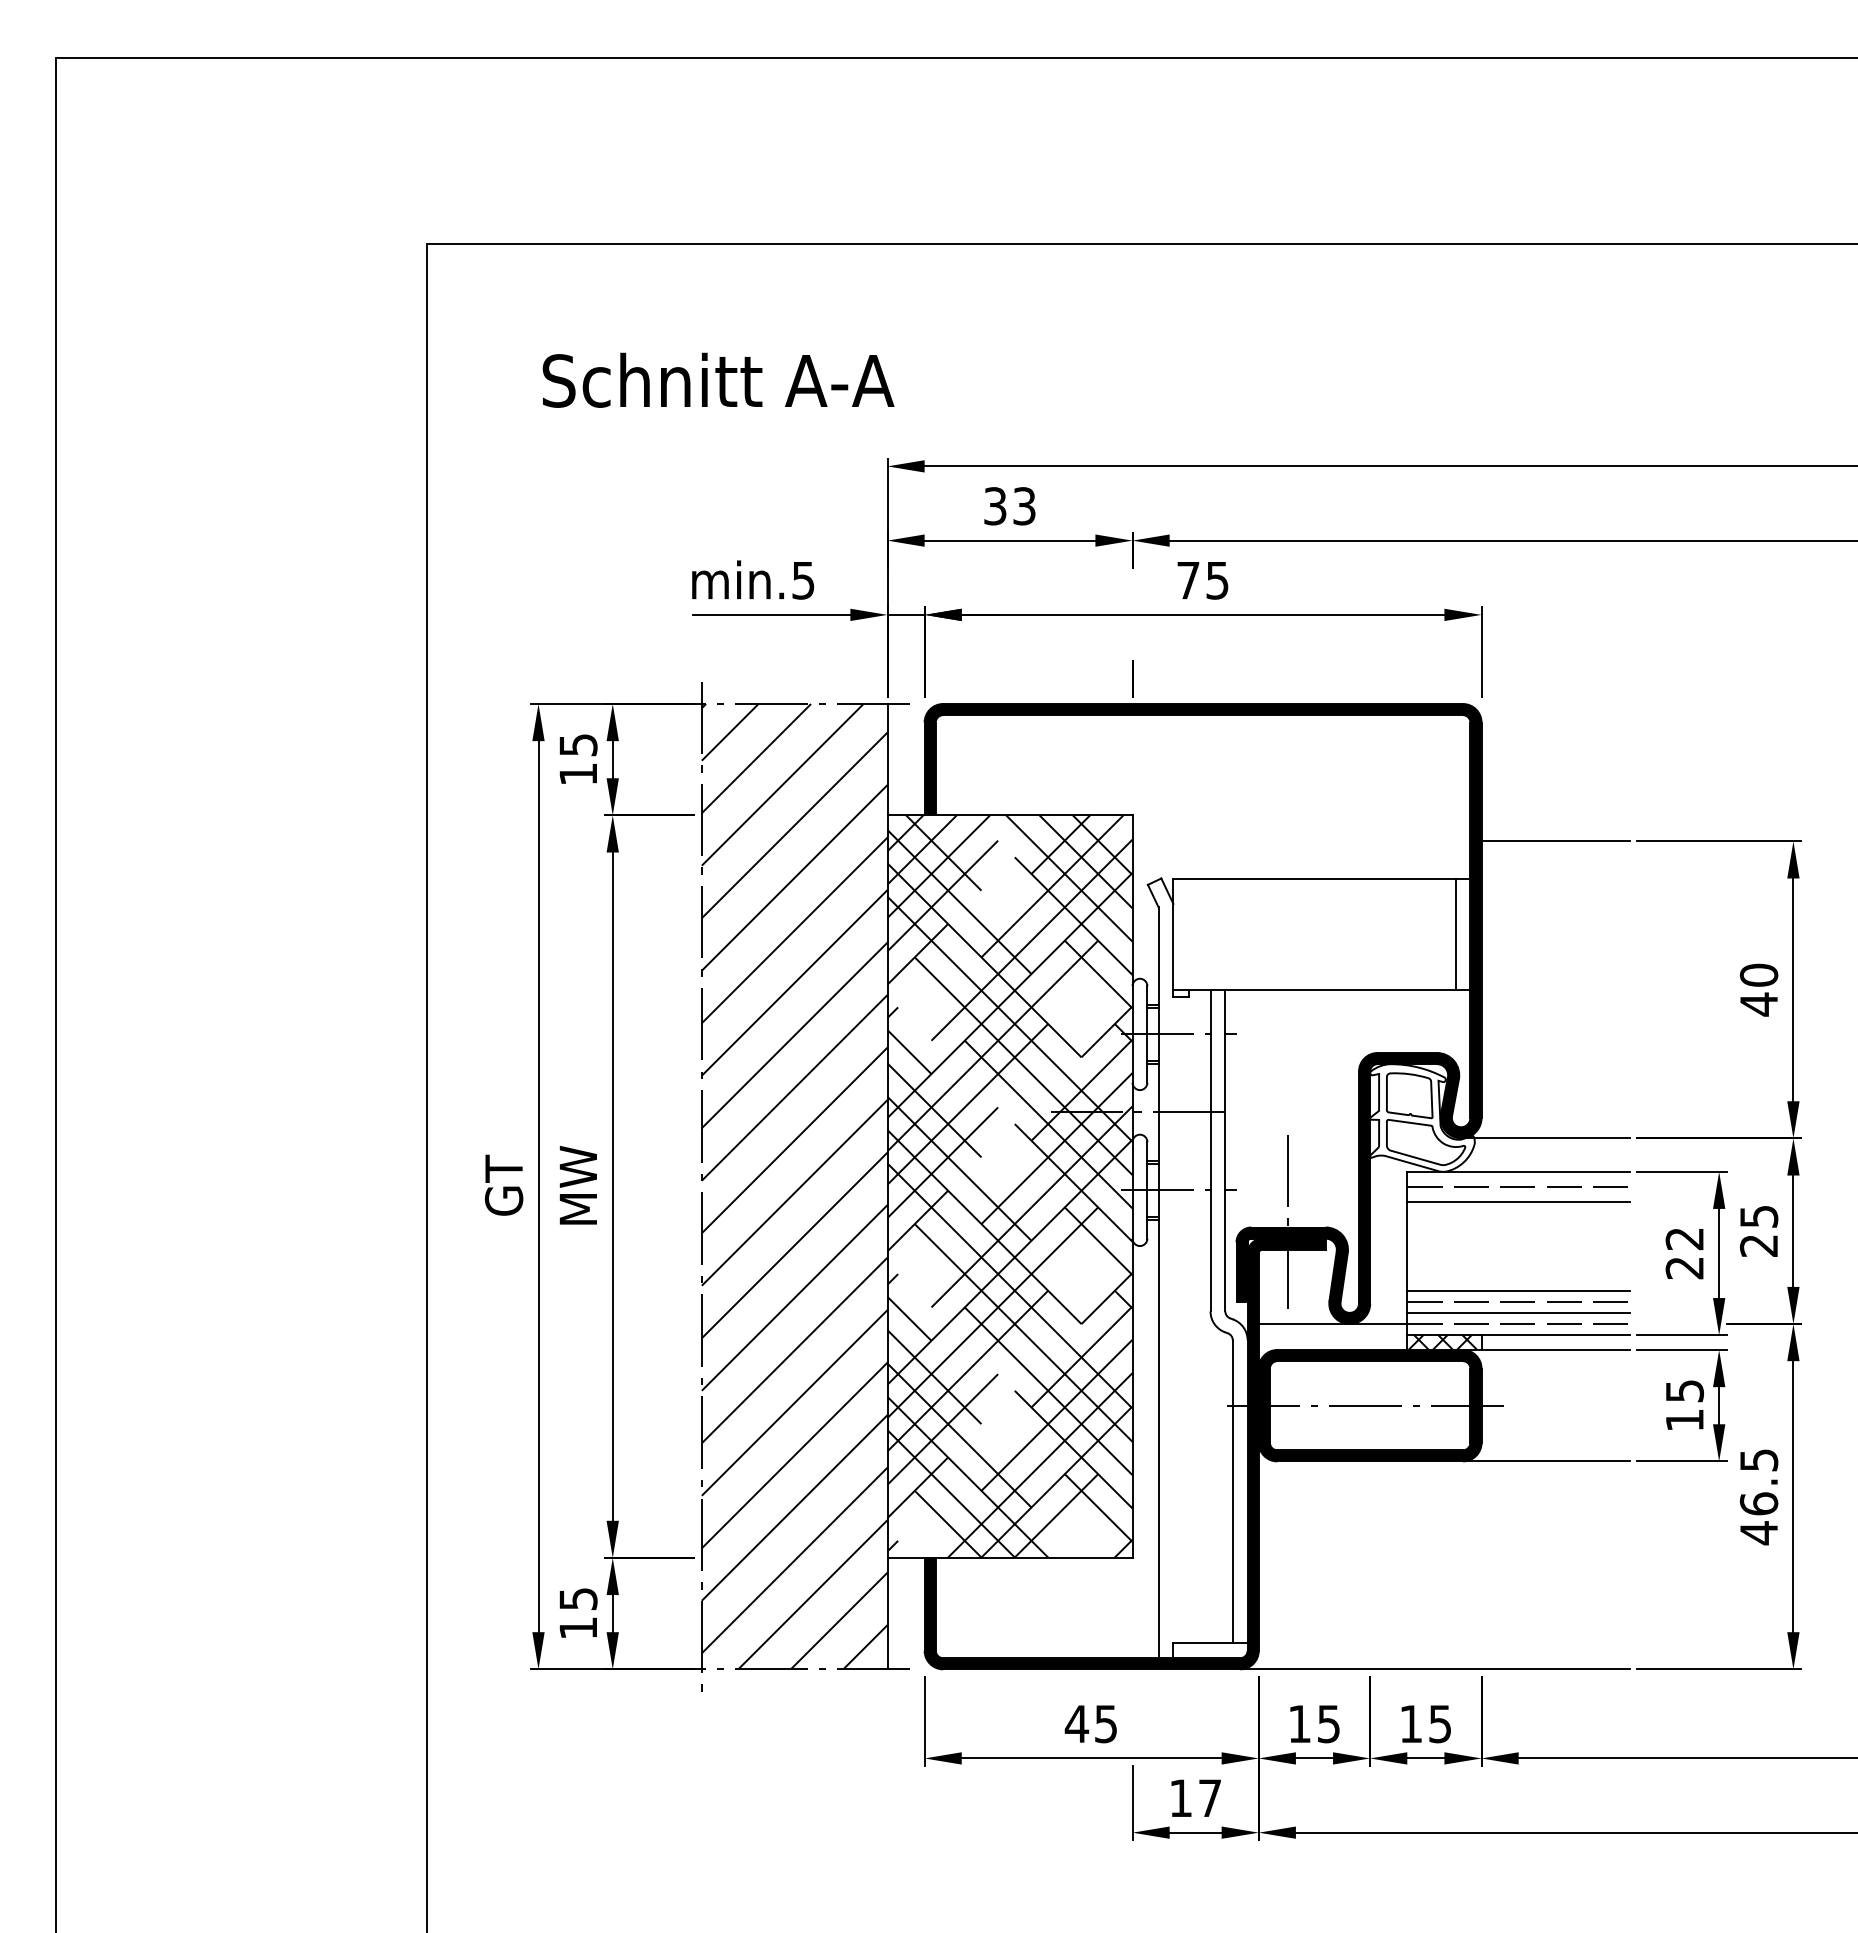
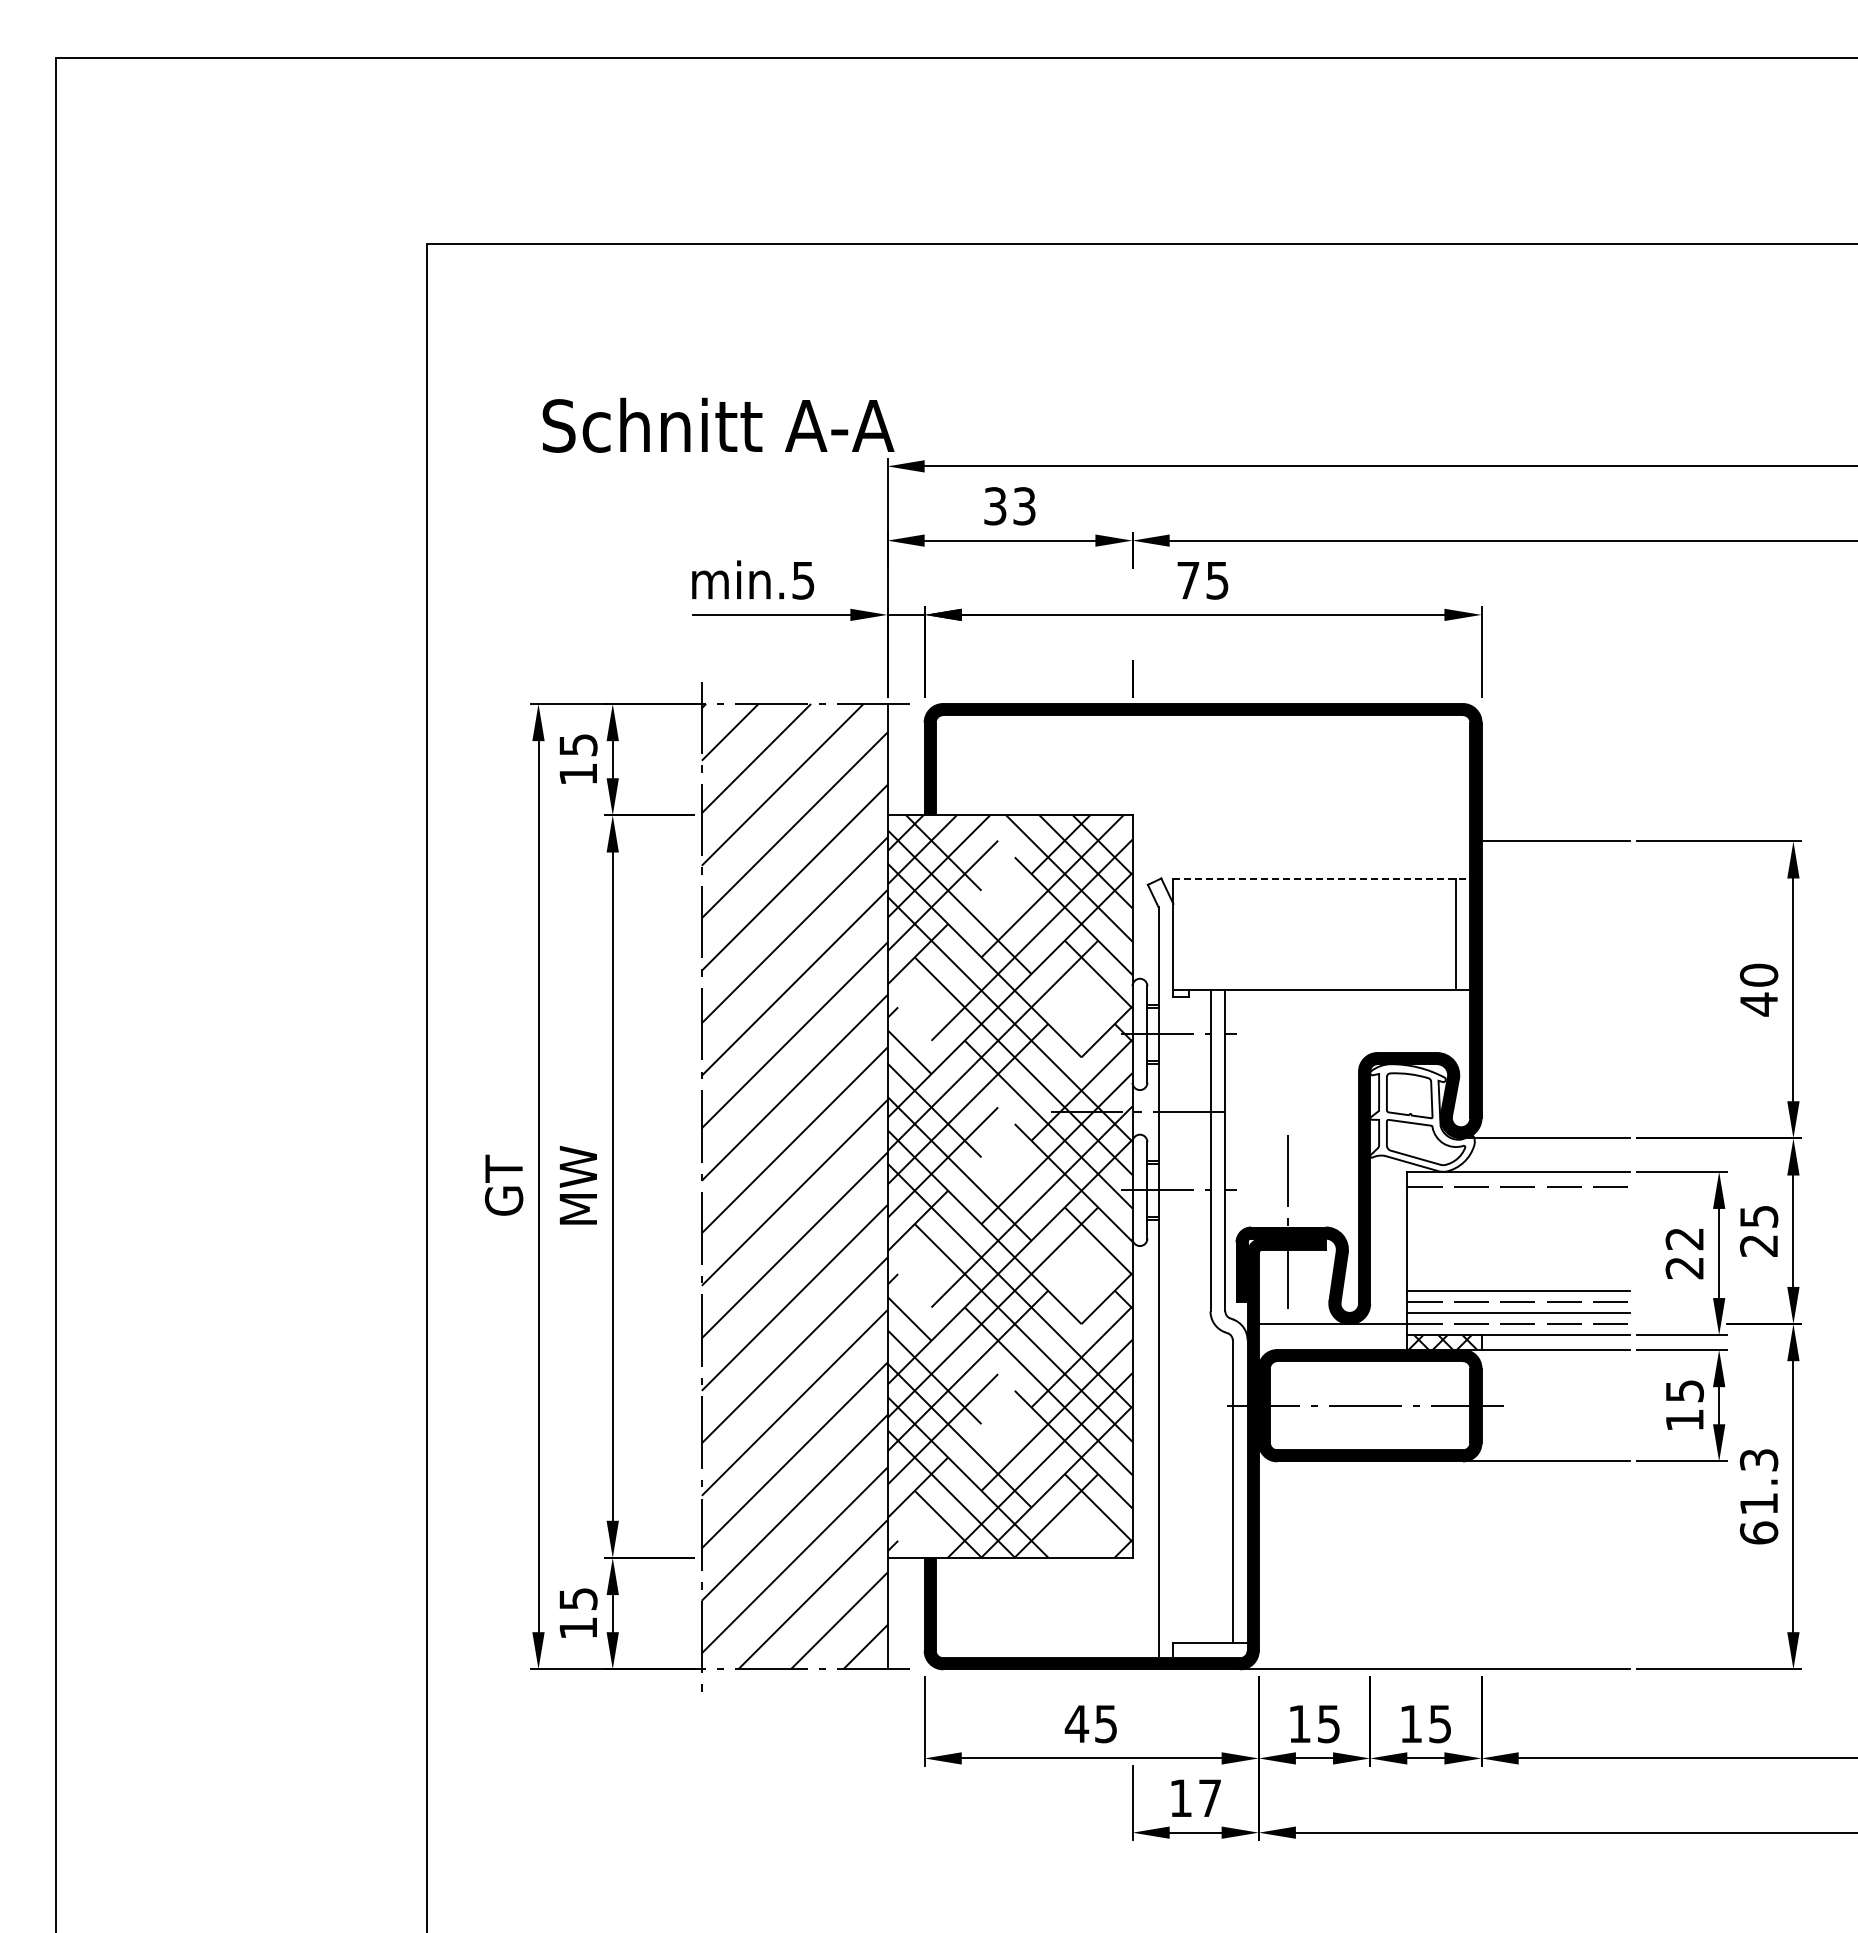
text at (718, 379) position: (718, 379) -> (718, 424)
line at (1321, 878): solid -> dashed
line at (1518, 1201): present -> none
text at (1758, 1497): 46.5 -> 61.3
